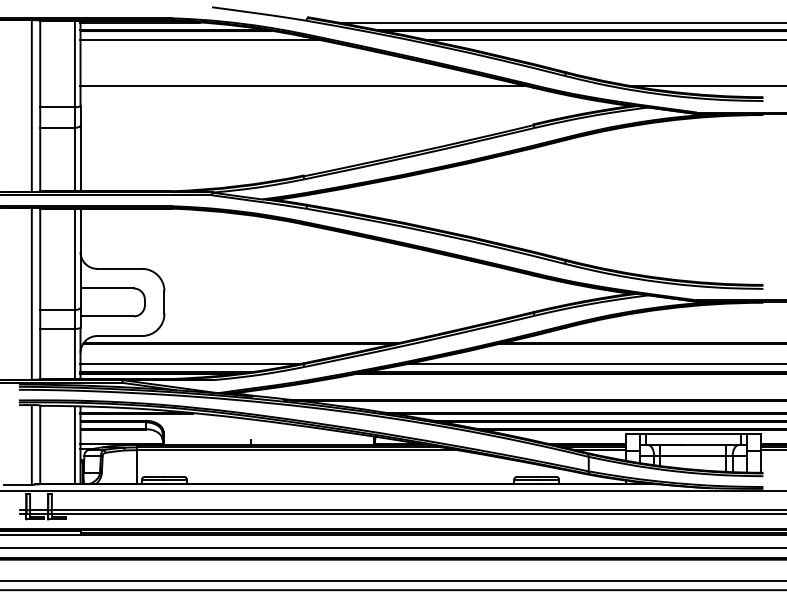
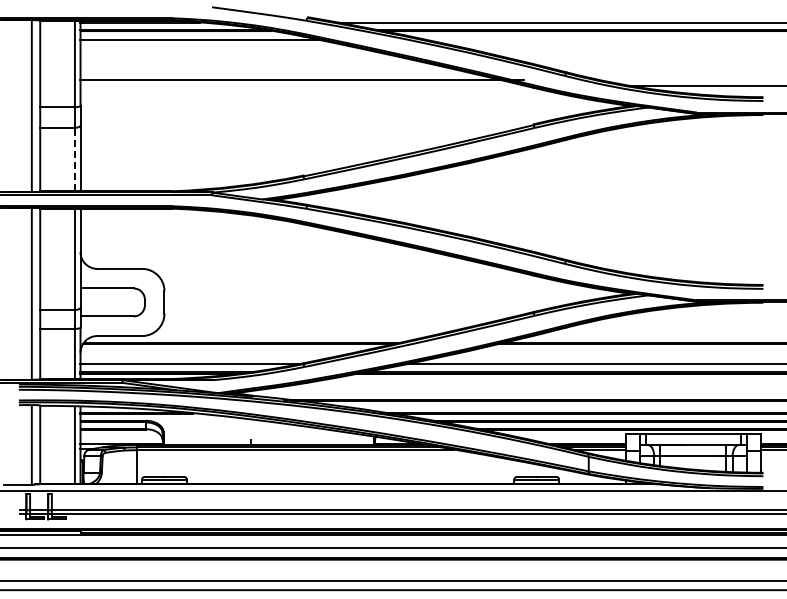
line at (604, 39): present -> none
line at (301, 85) position: (301, 85) -> (301, 79)
line at (74, 159): solid -> dashed
